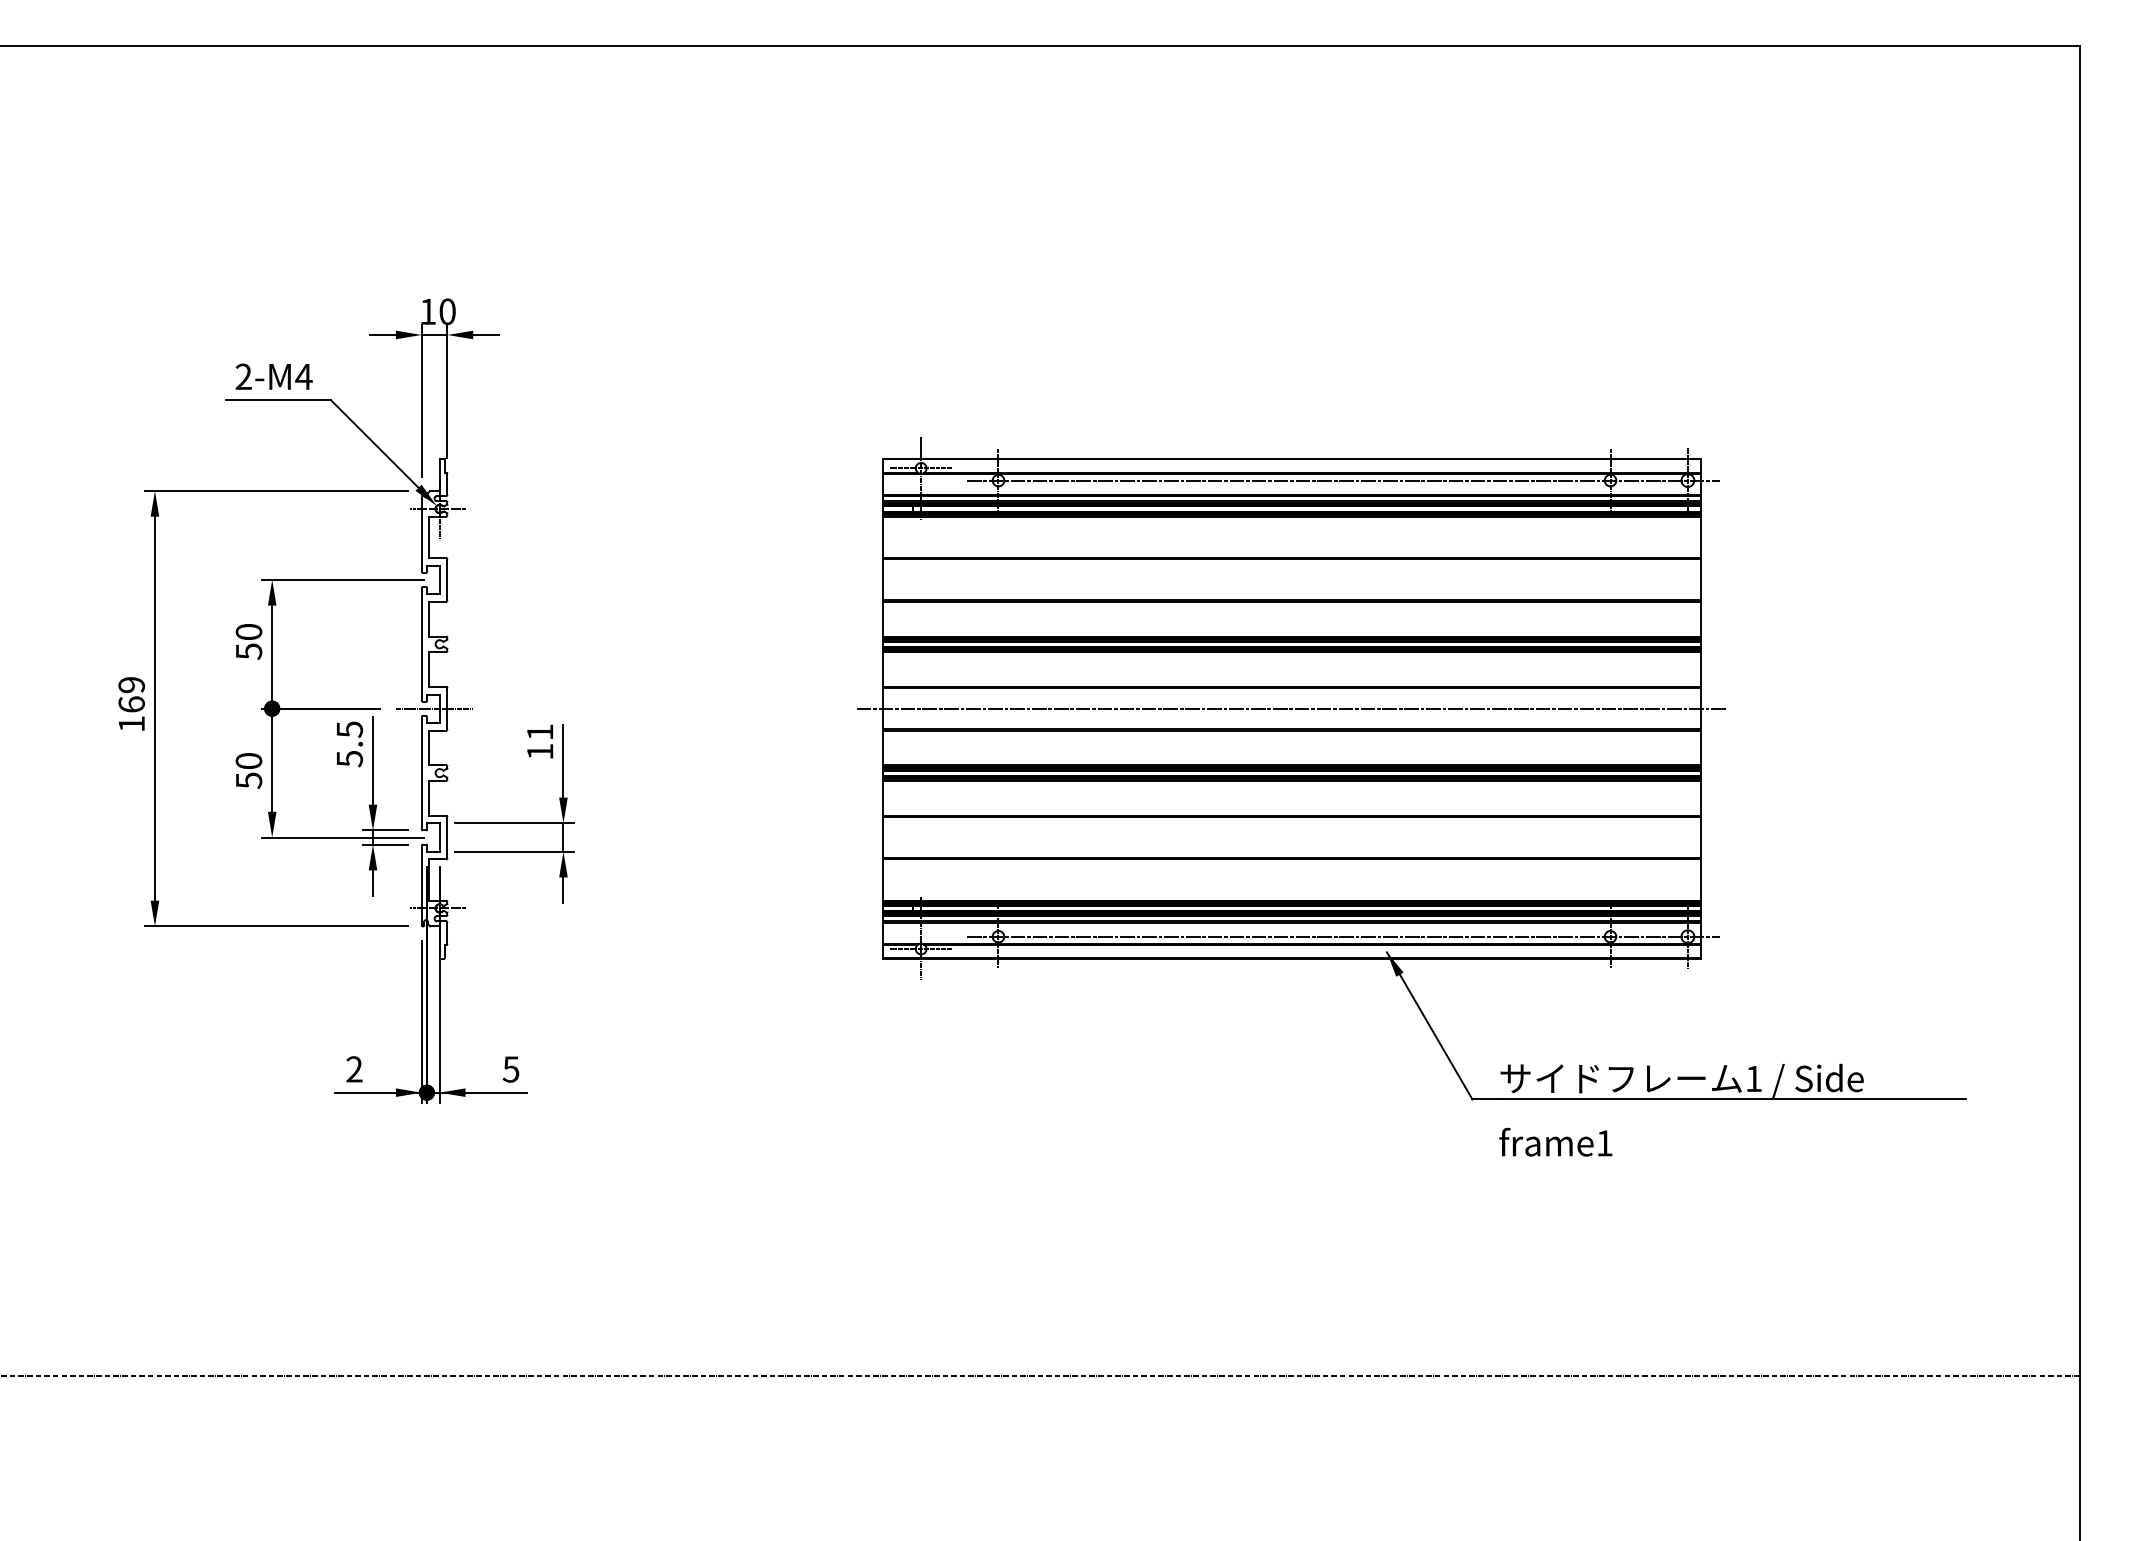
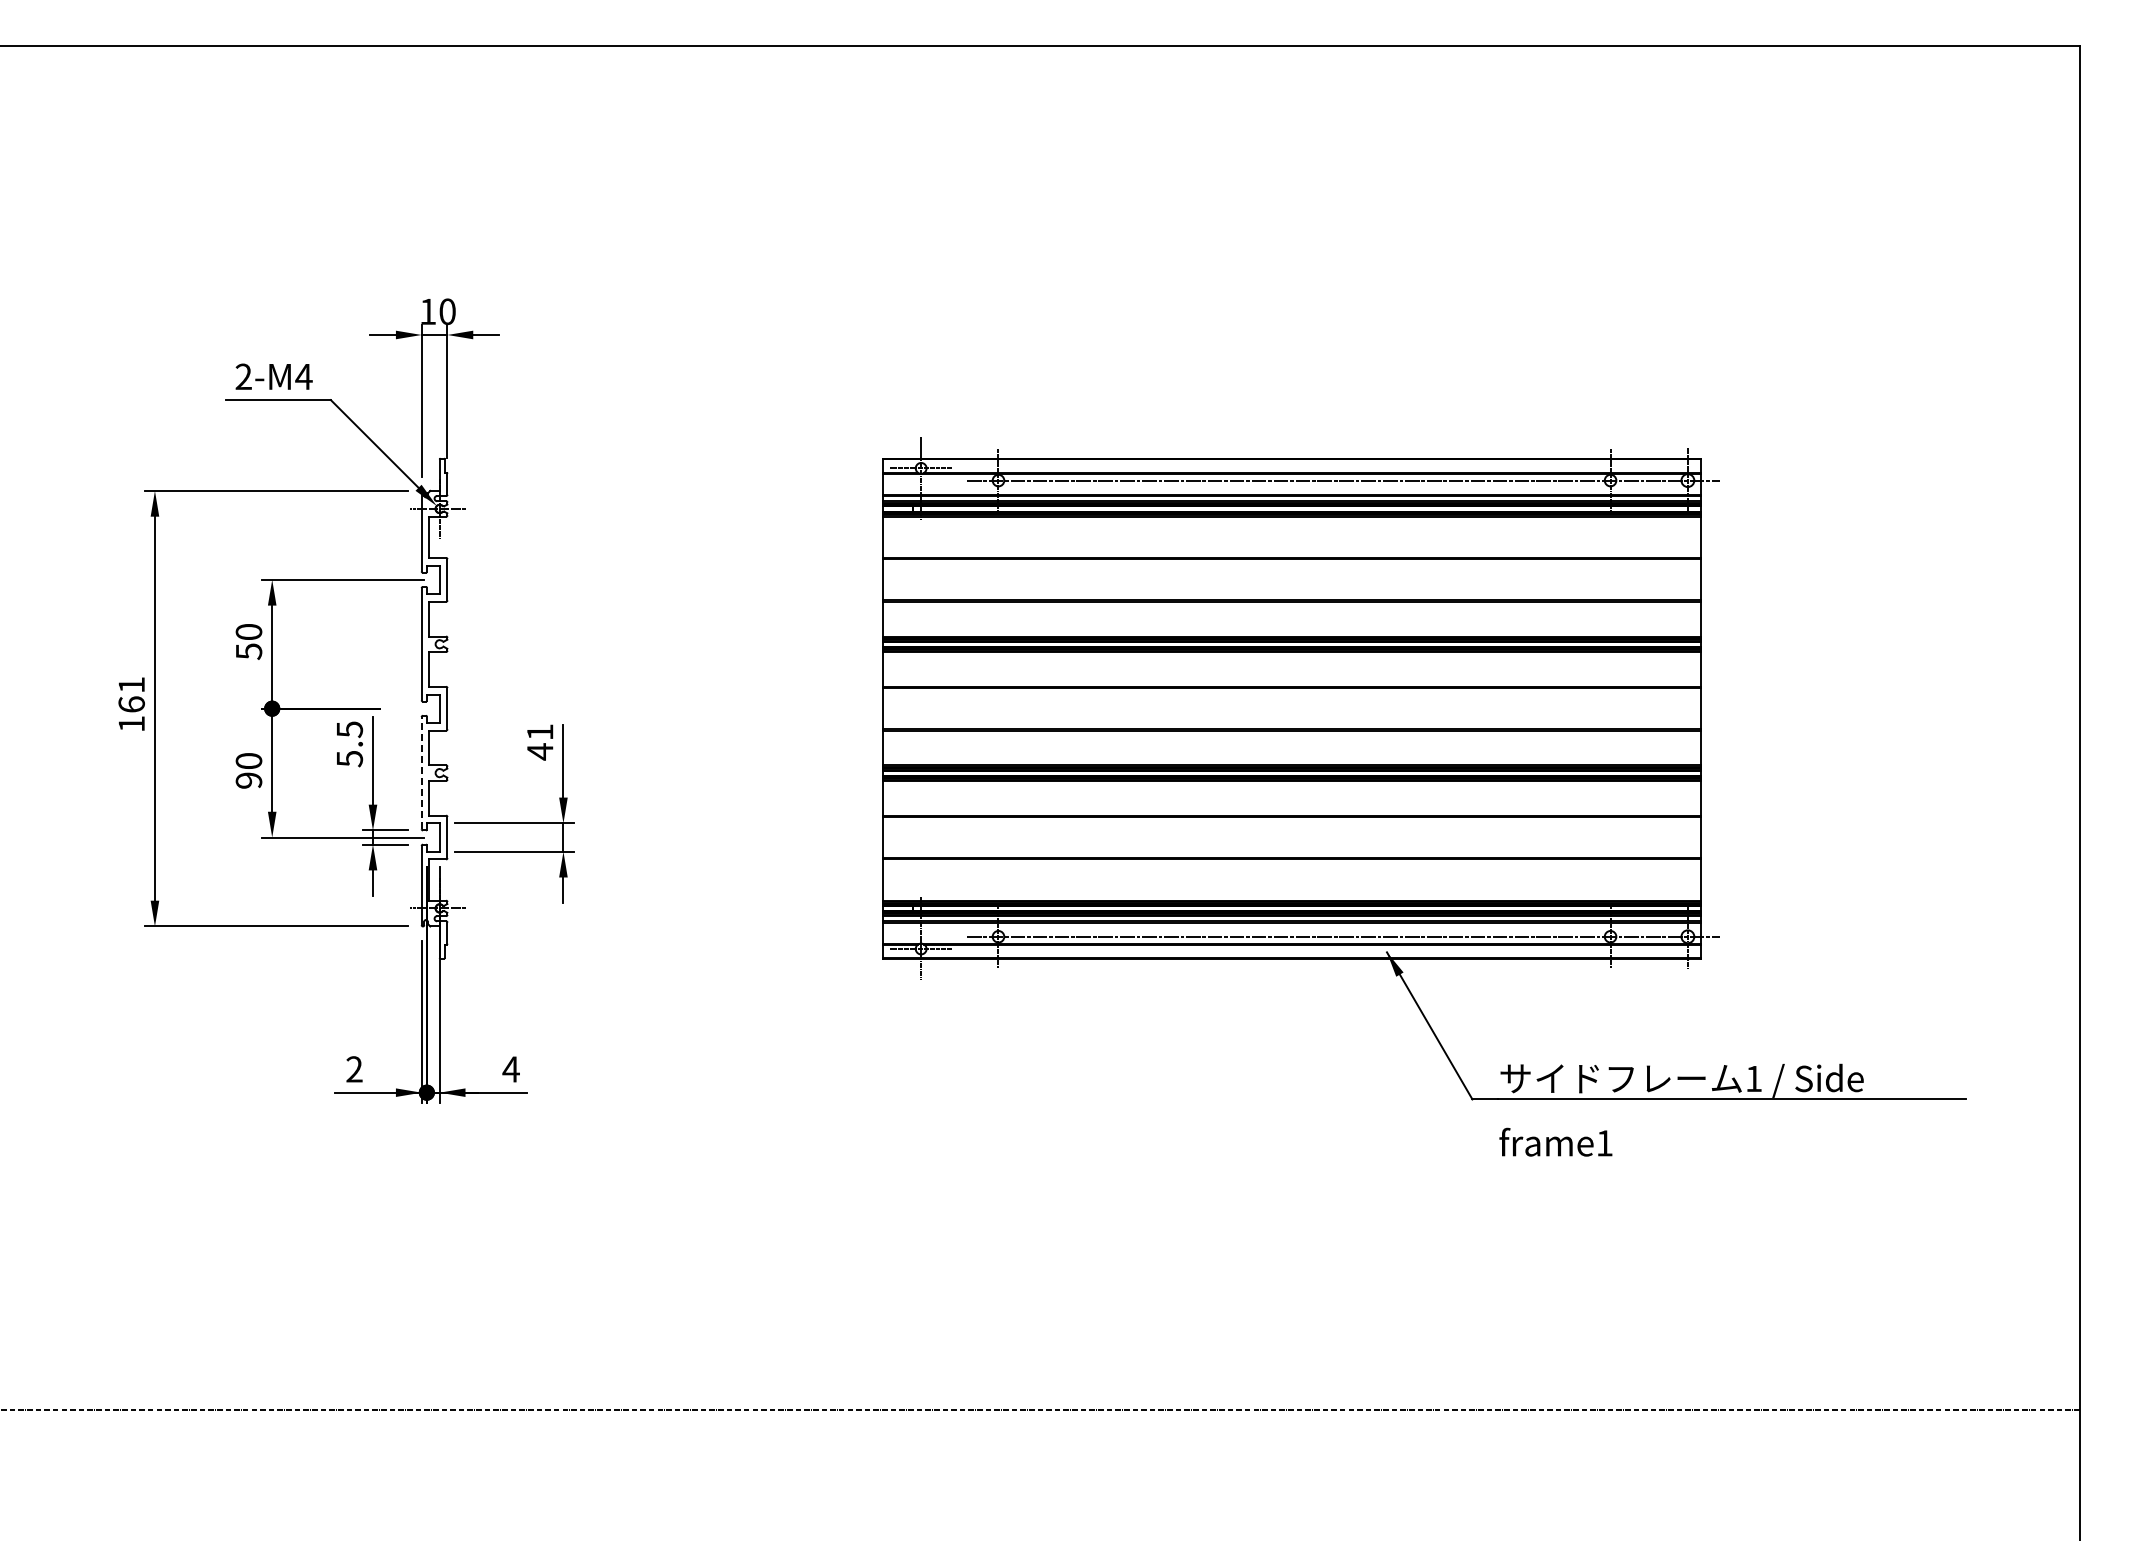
text at (131, 685): 169 -> 161
line at (434, 708): present -> none
line at (1291, 708): present -> none
text at (540, 751): 11 -> 41
line at (421, 772): solid -> dashed
text at (248, 780): 50 -> 90
text at (510, 1069): 5 -> 4
line at (1040, 1375) position: (1040, 1375) -> (1040, 1409)
